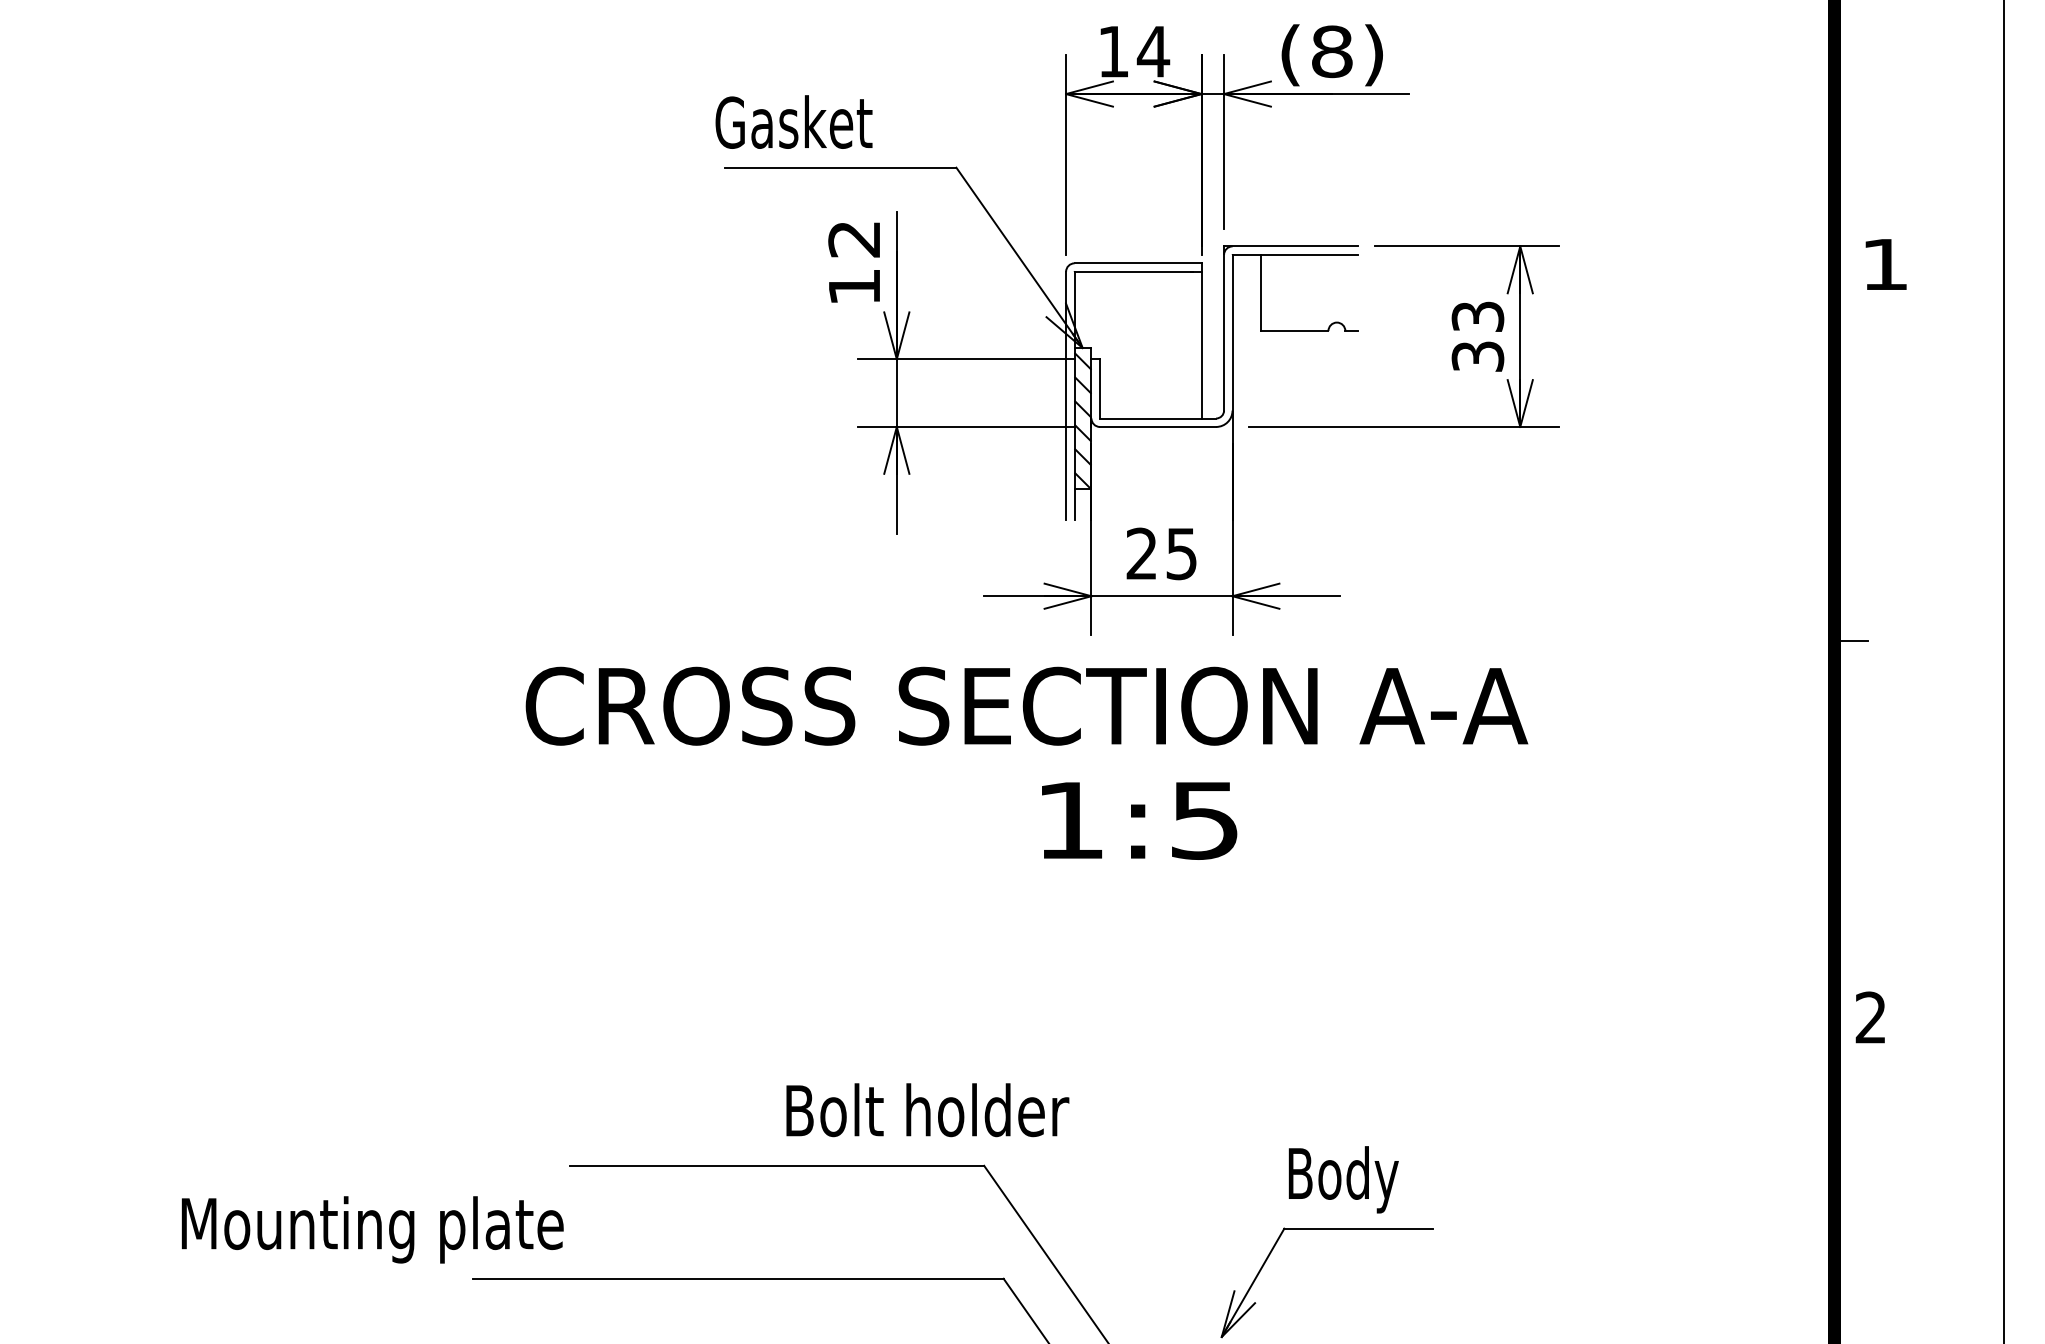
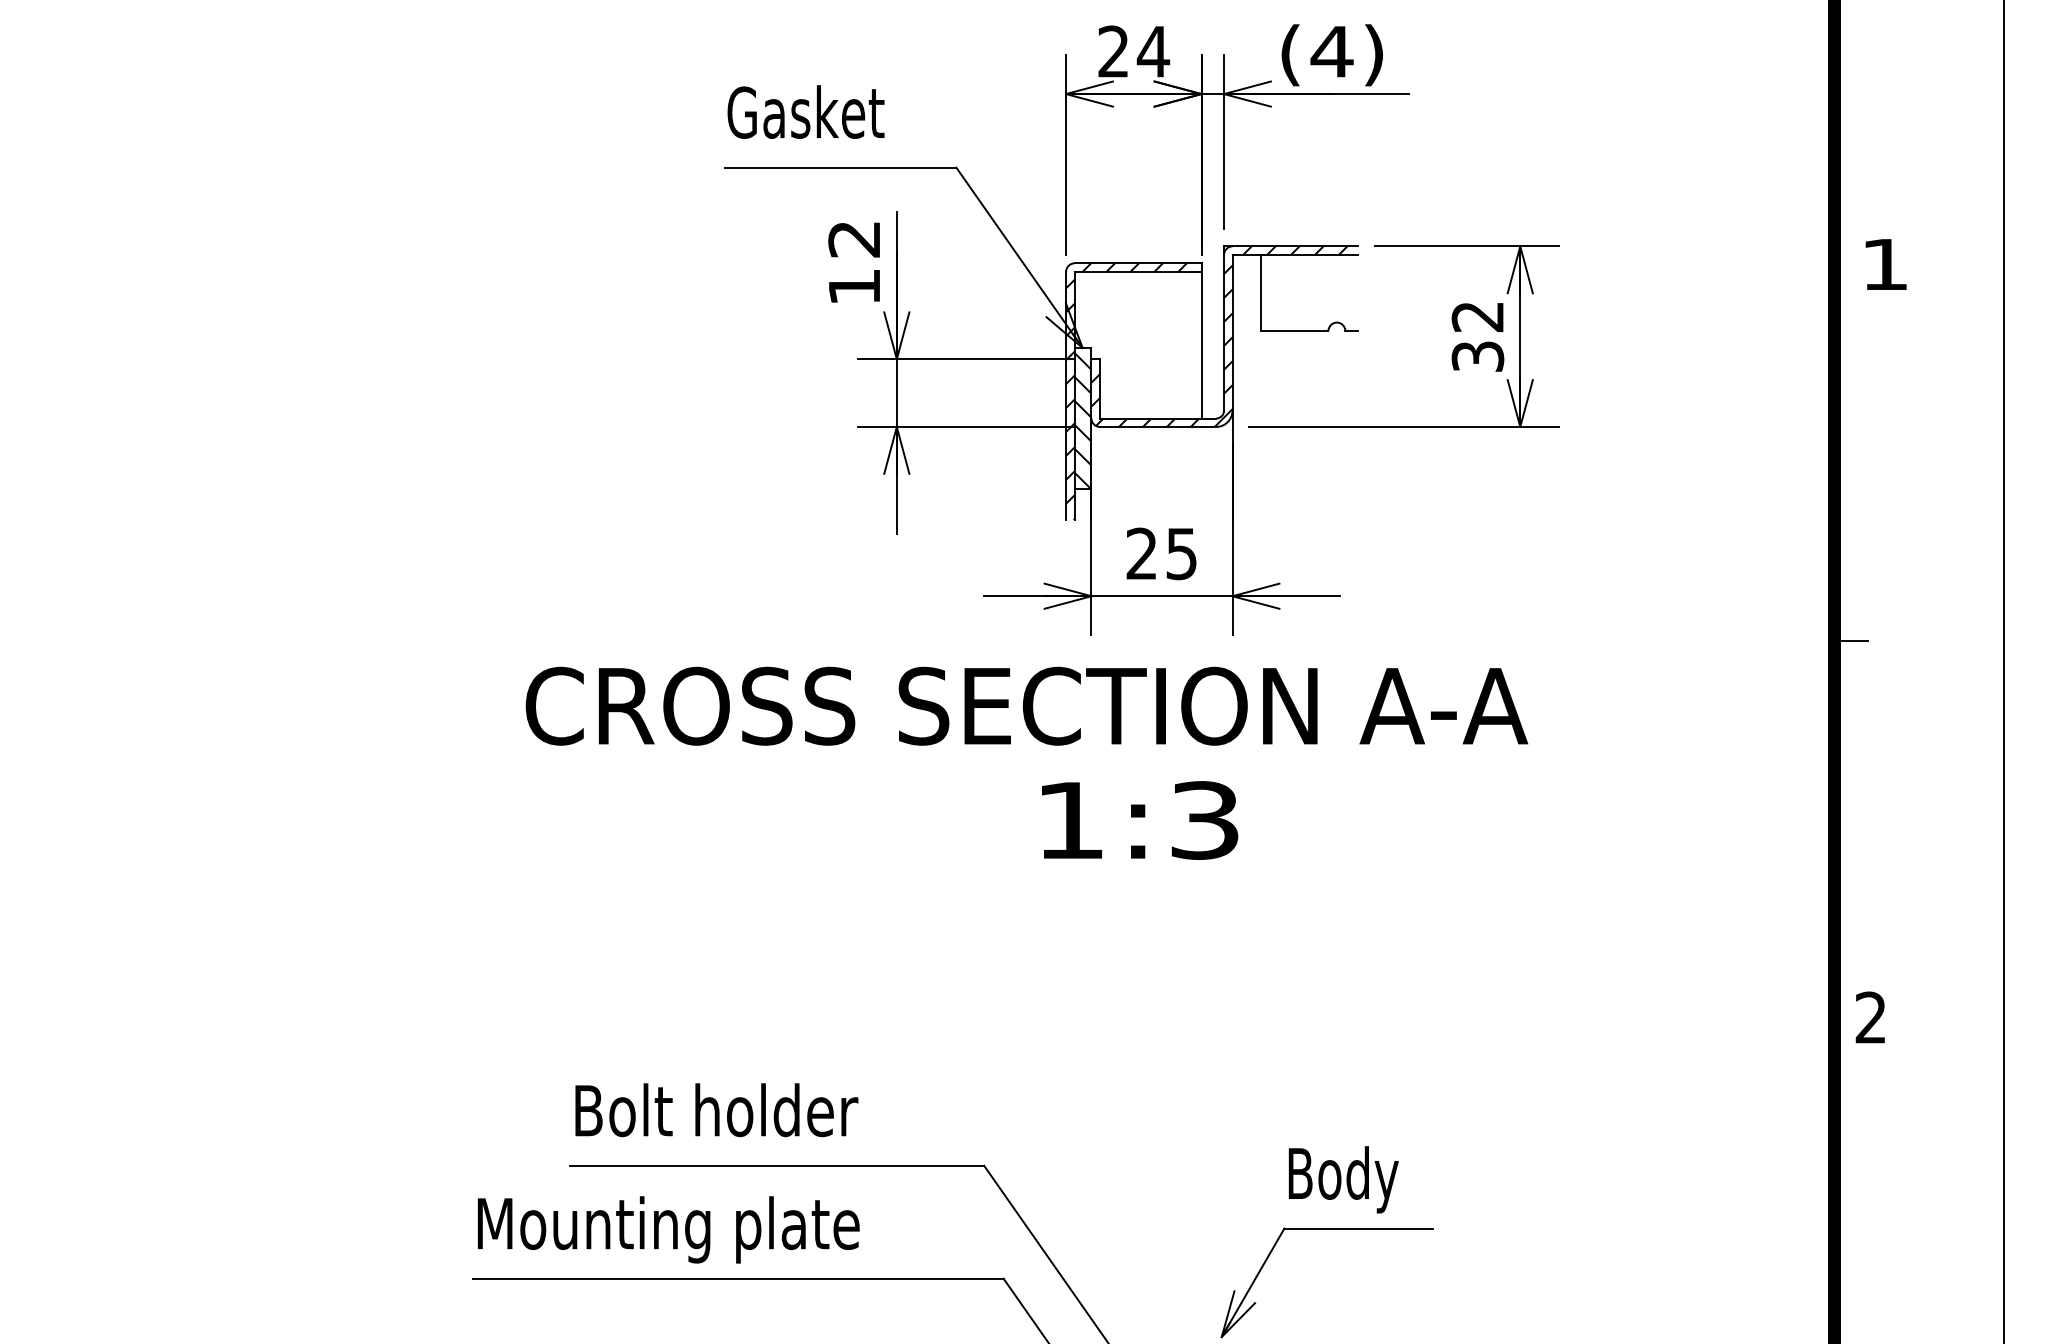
text at (1112, 51): 14 -> 24
text at (1331, 51): (8) -> (4)
text at (793, 121) position: (793, 121) -> (805, 111)
text at (1477, 316): 33 -> 32
hatch at (1219, 336): none -> present
hatch at (1126, 391): none -> present
text at (1204, 820): 1:5 -> 1:3
text at (927, 1110) position: (927, 1110) -> (716, 1110)
text at (372, 1229) position: (372, 1229) -> (668, 1229)
